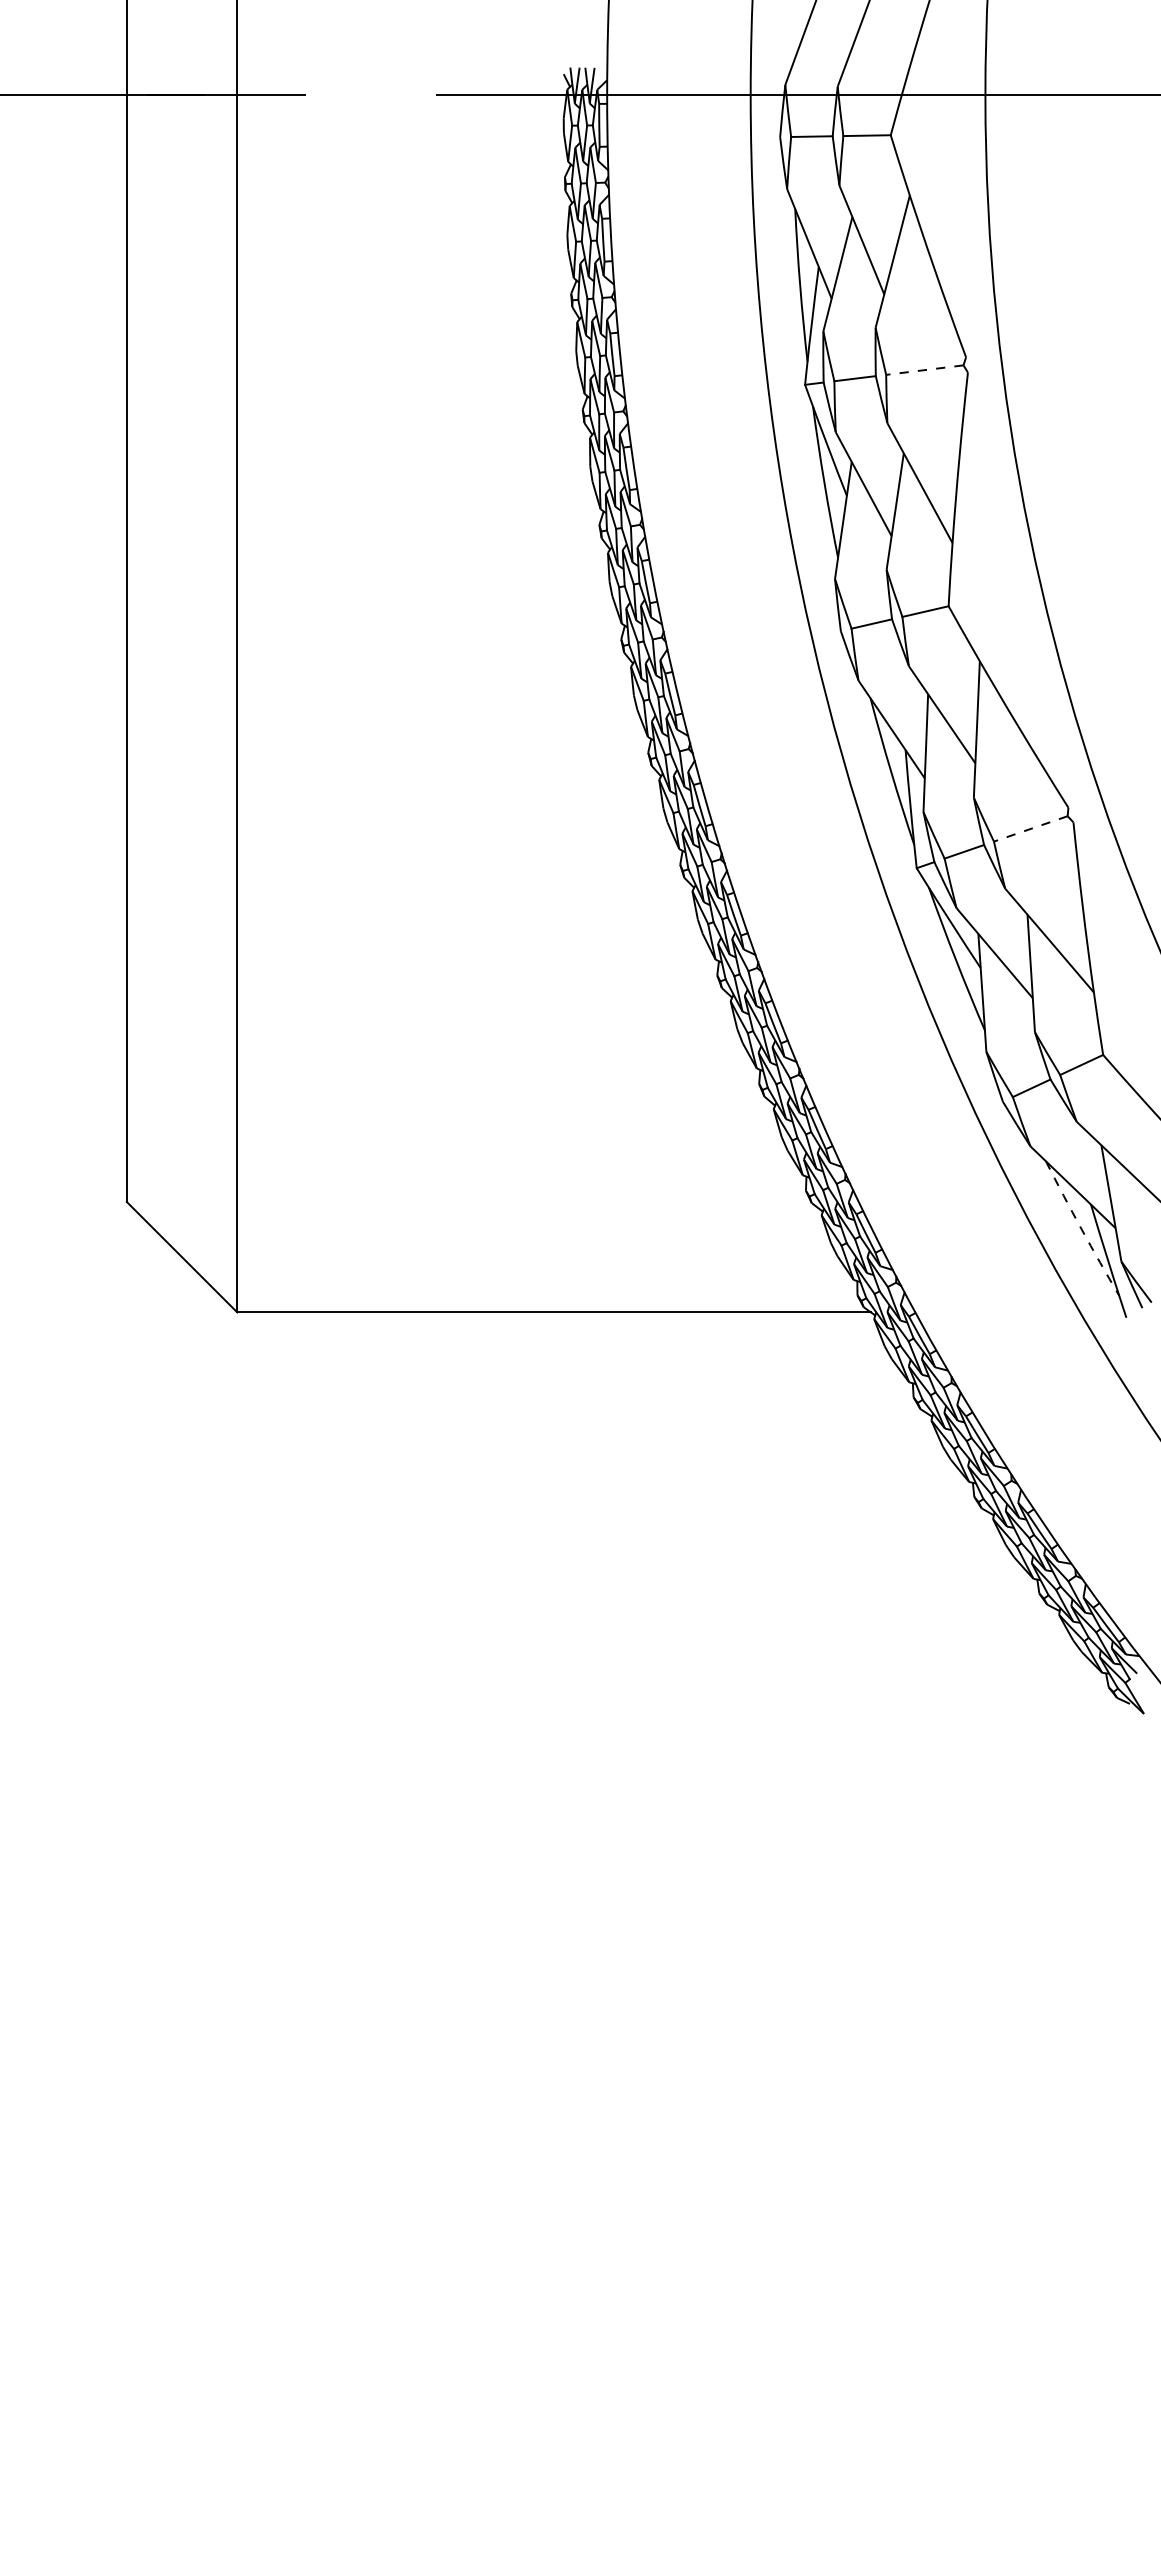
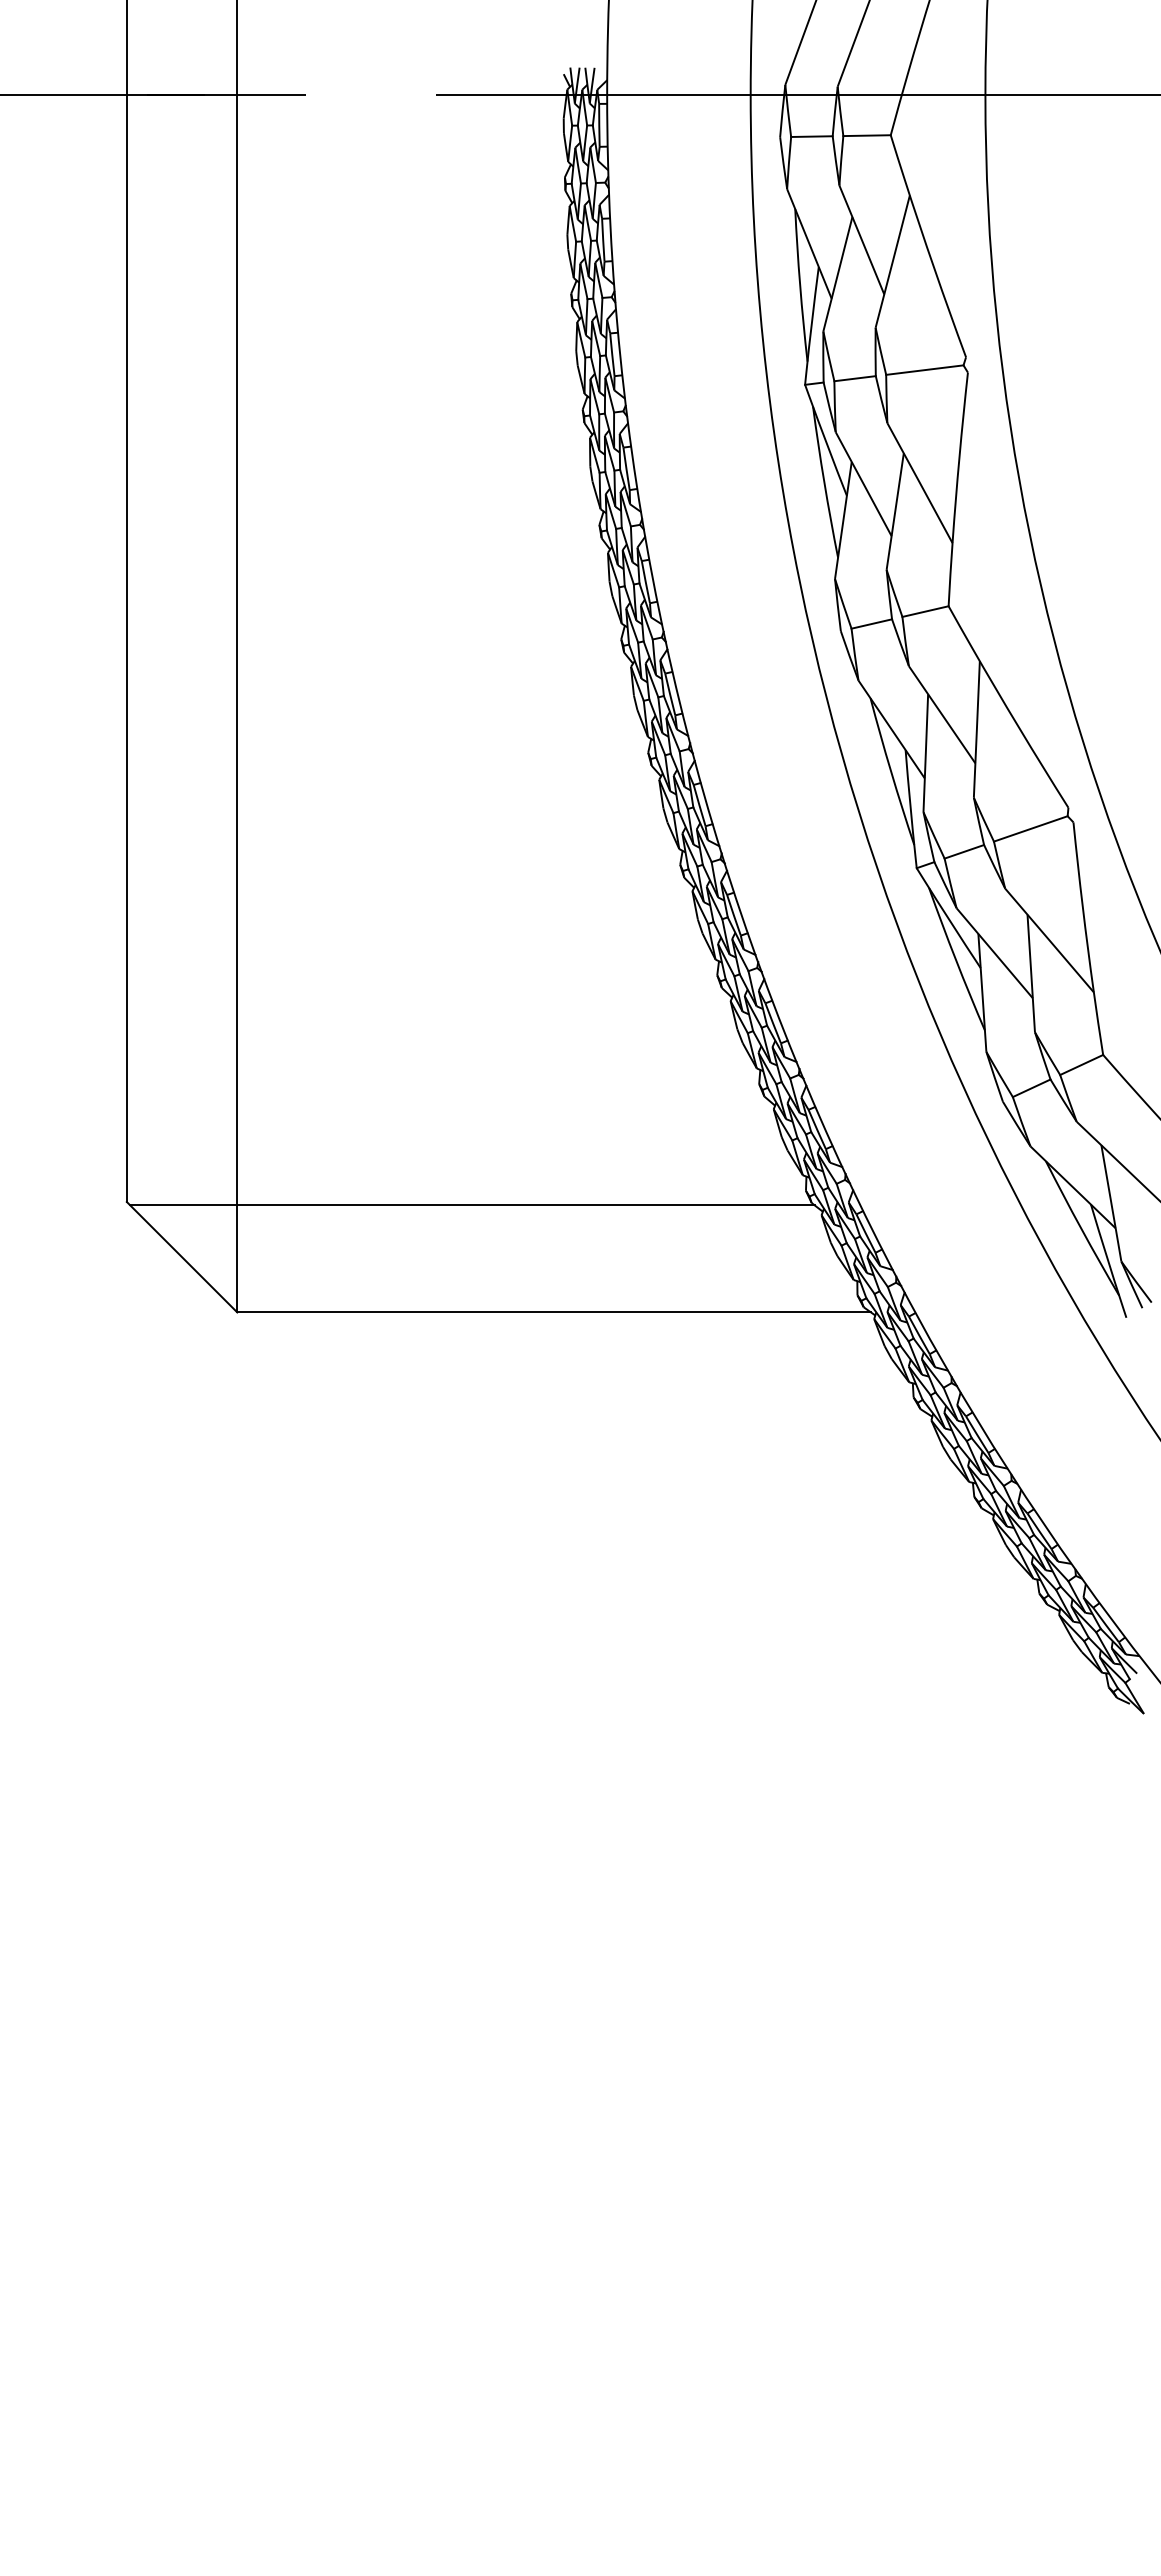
line at (924, 370): dashed -> solid
line at (1030, 828): dashed -> solid
line at (472, 1205): none -> present
arc at (1081, 1229): dashed -> solid
